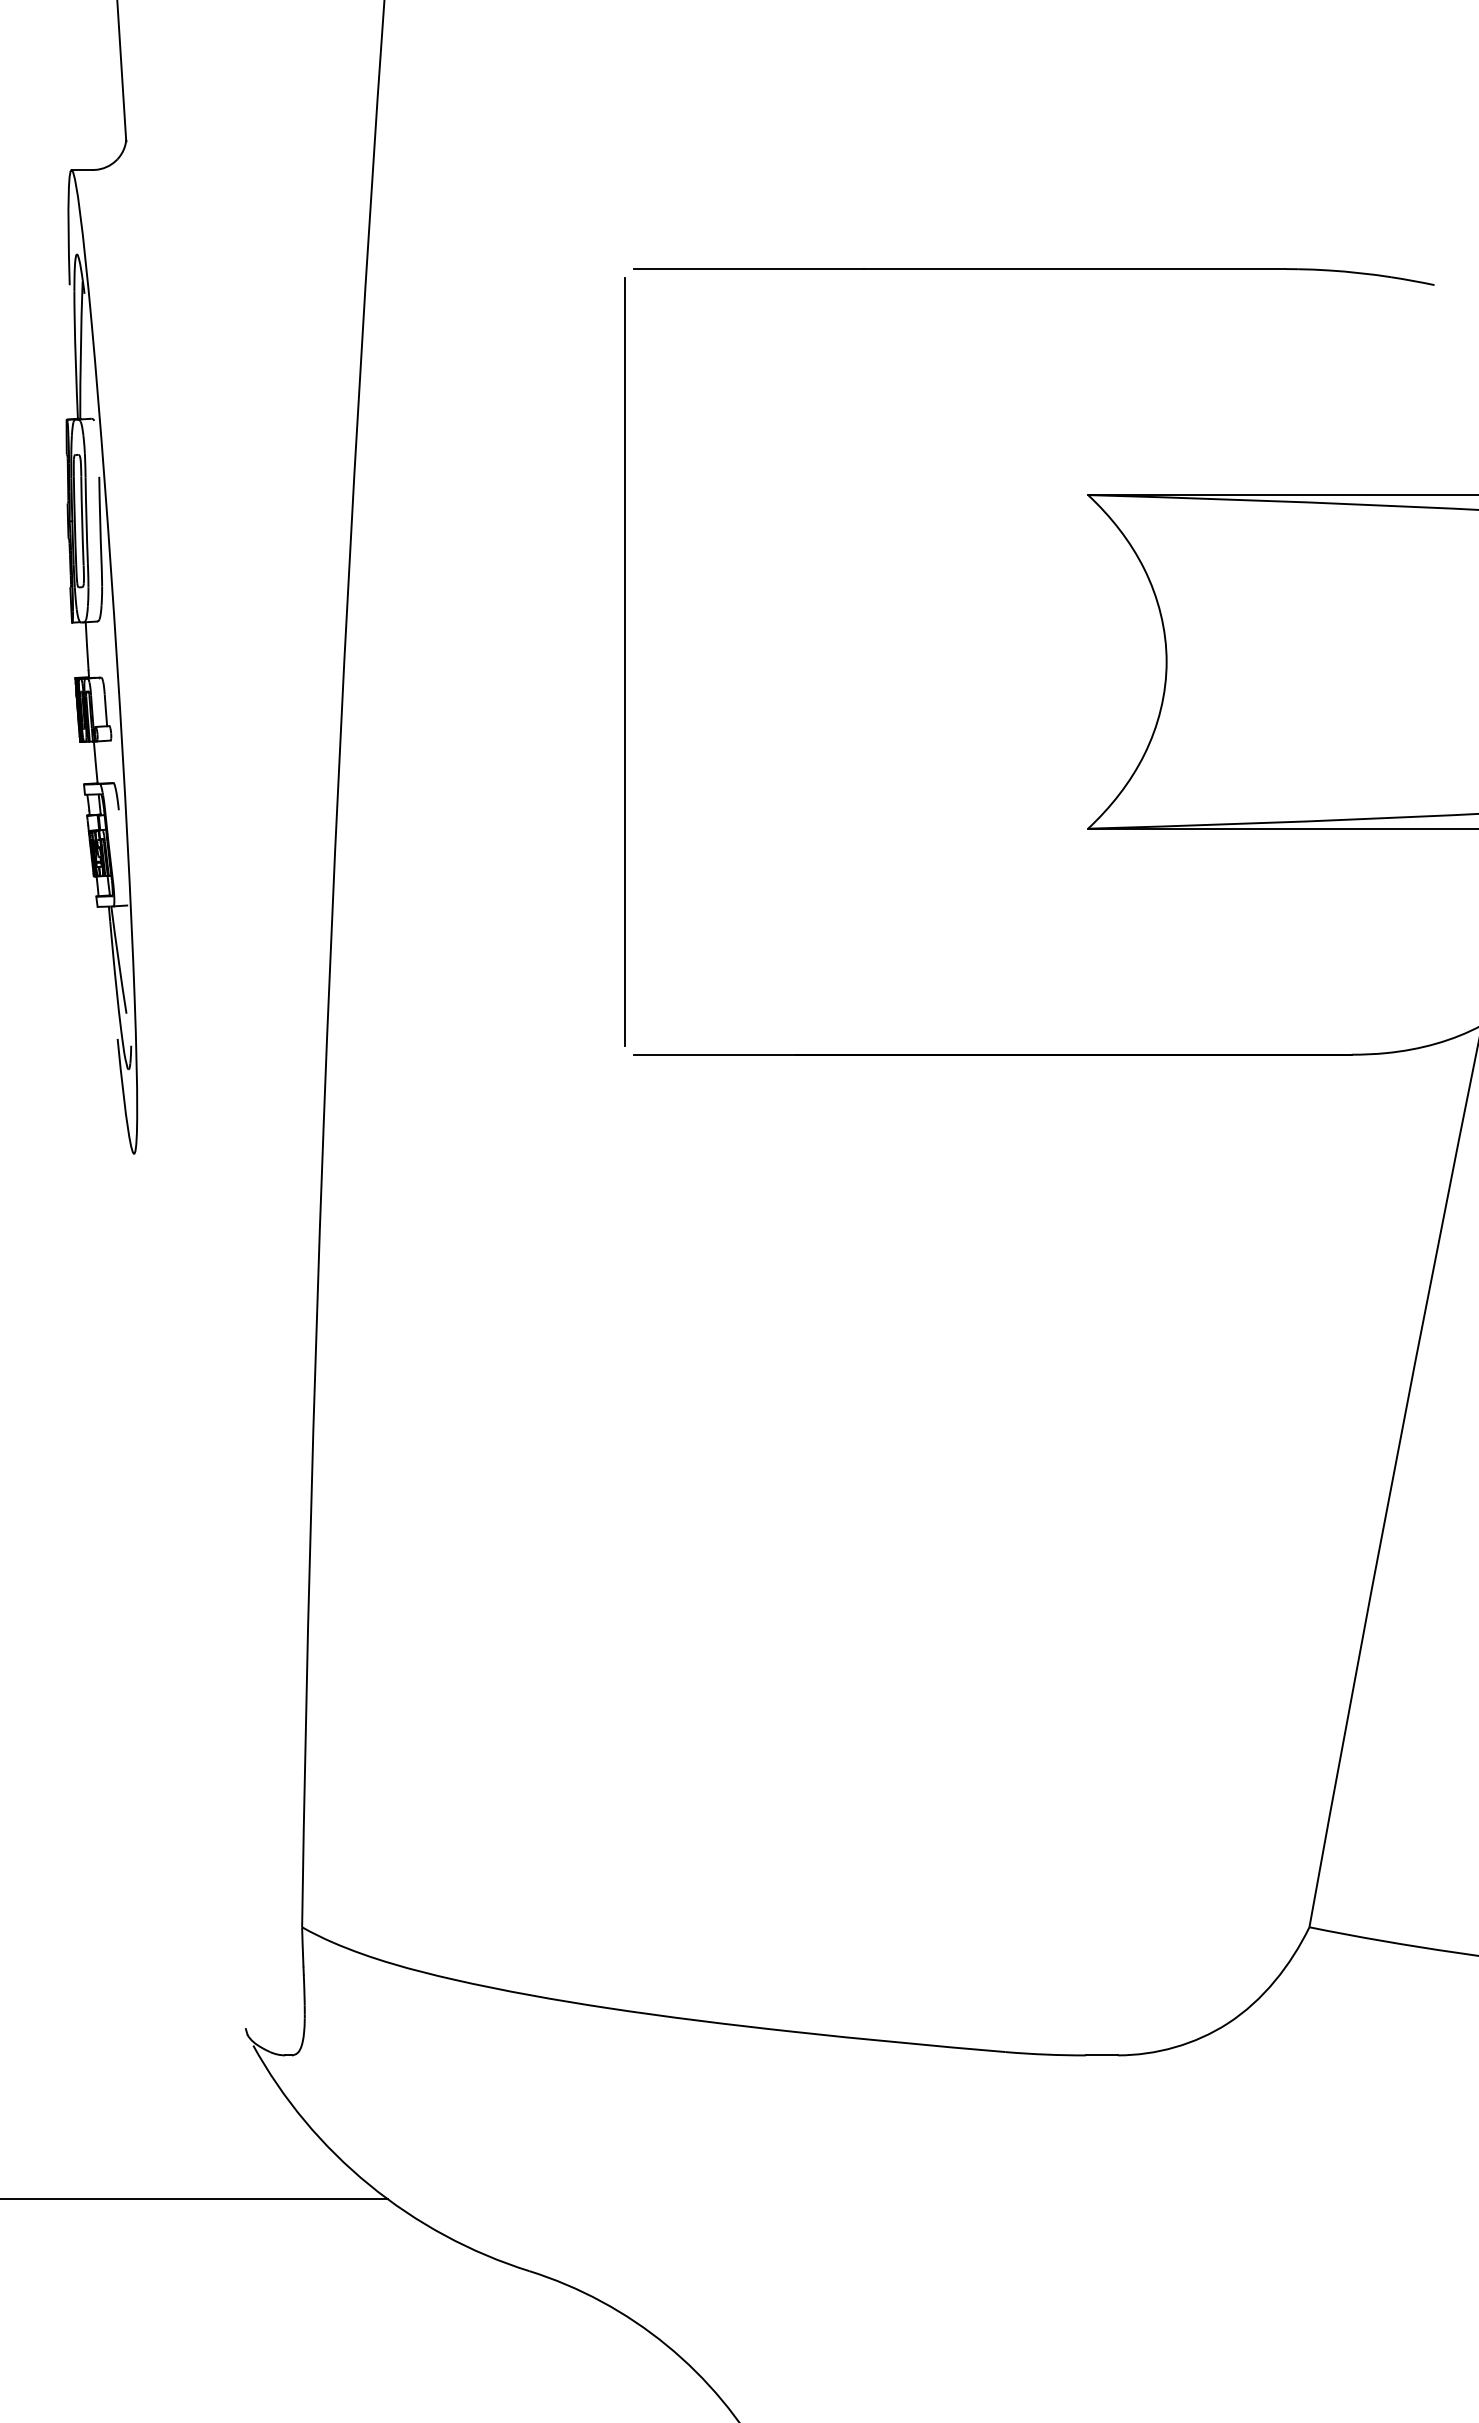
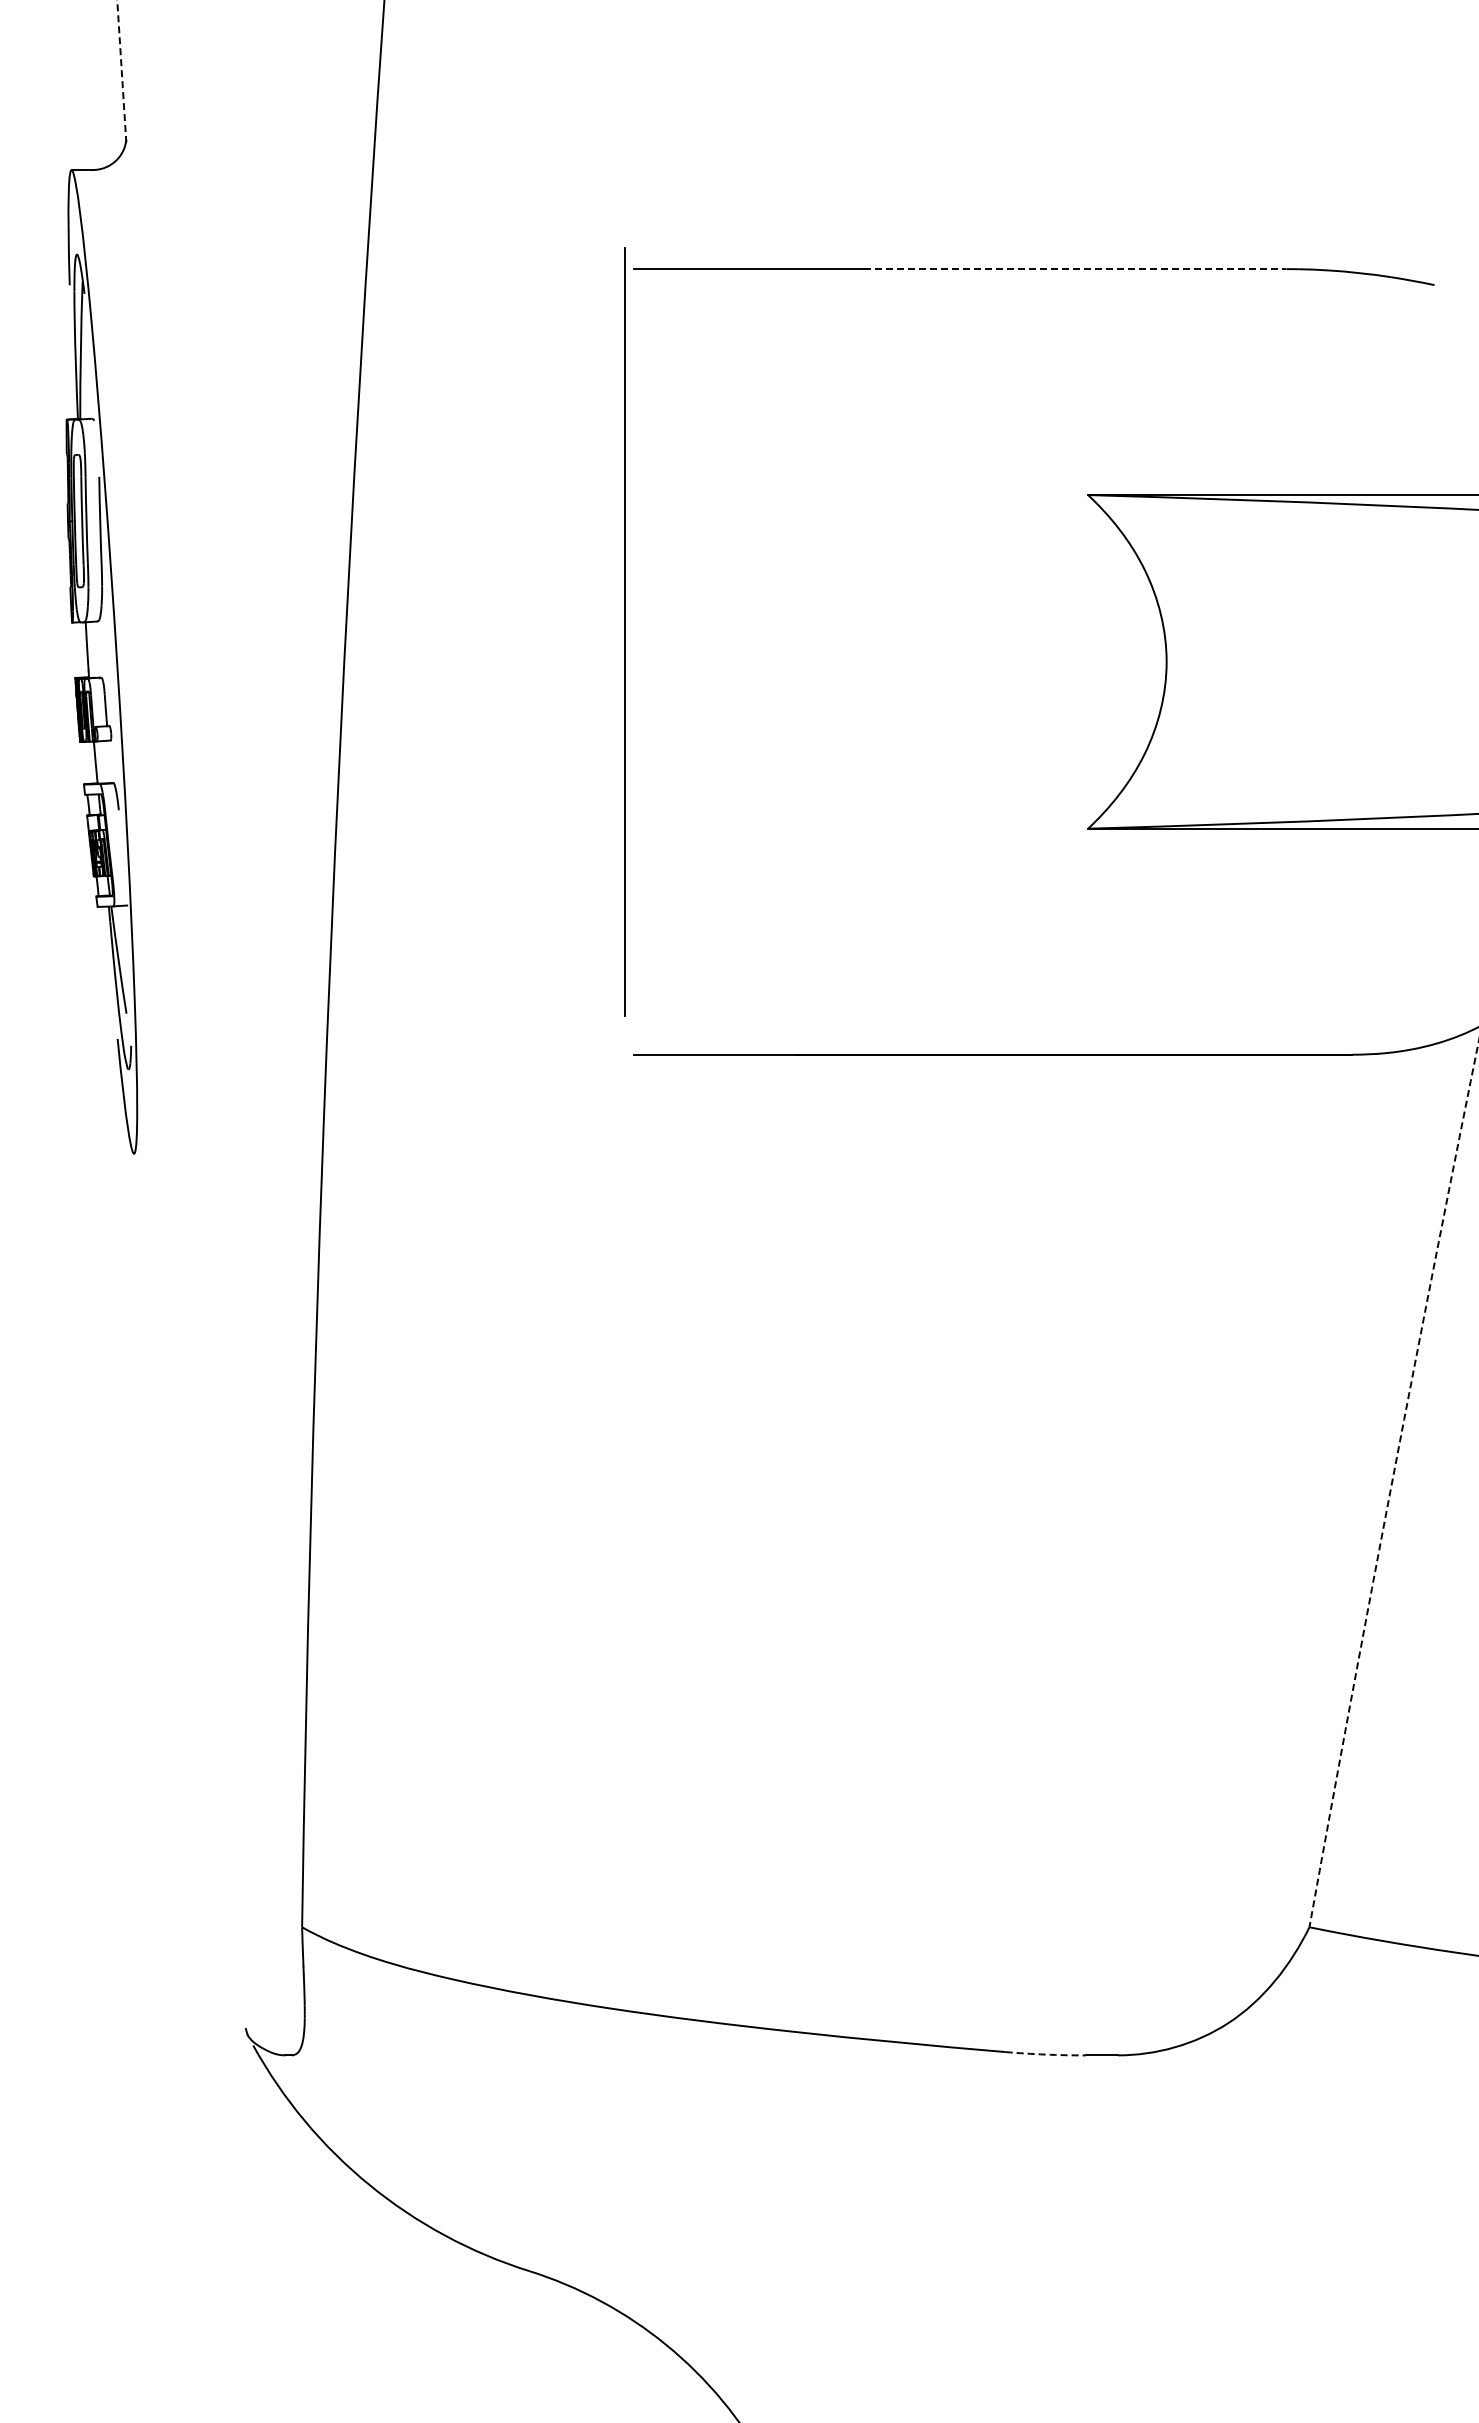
line at (121, 71): solid -> dashed
line at (1075, 269): solid -> dashed
line at (624, 661) position: (624, 661) -> (624, 631)
arc at (1391, 1483): solid -> dashed
arc at (1045, 2054): solid -> dashed
line at (194, 2198): present -> none
